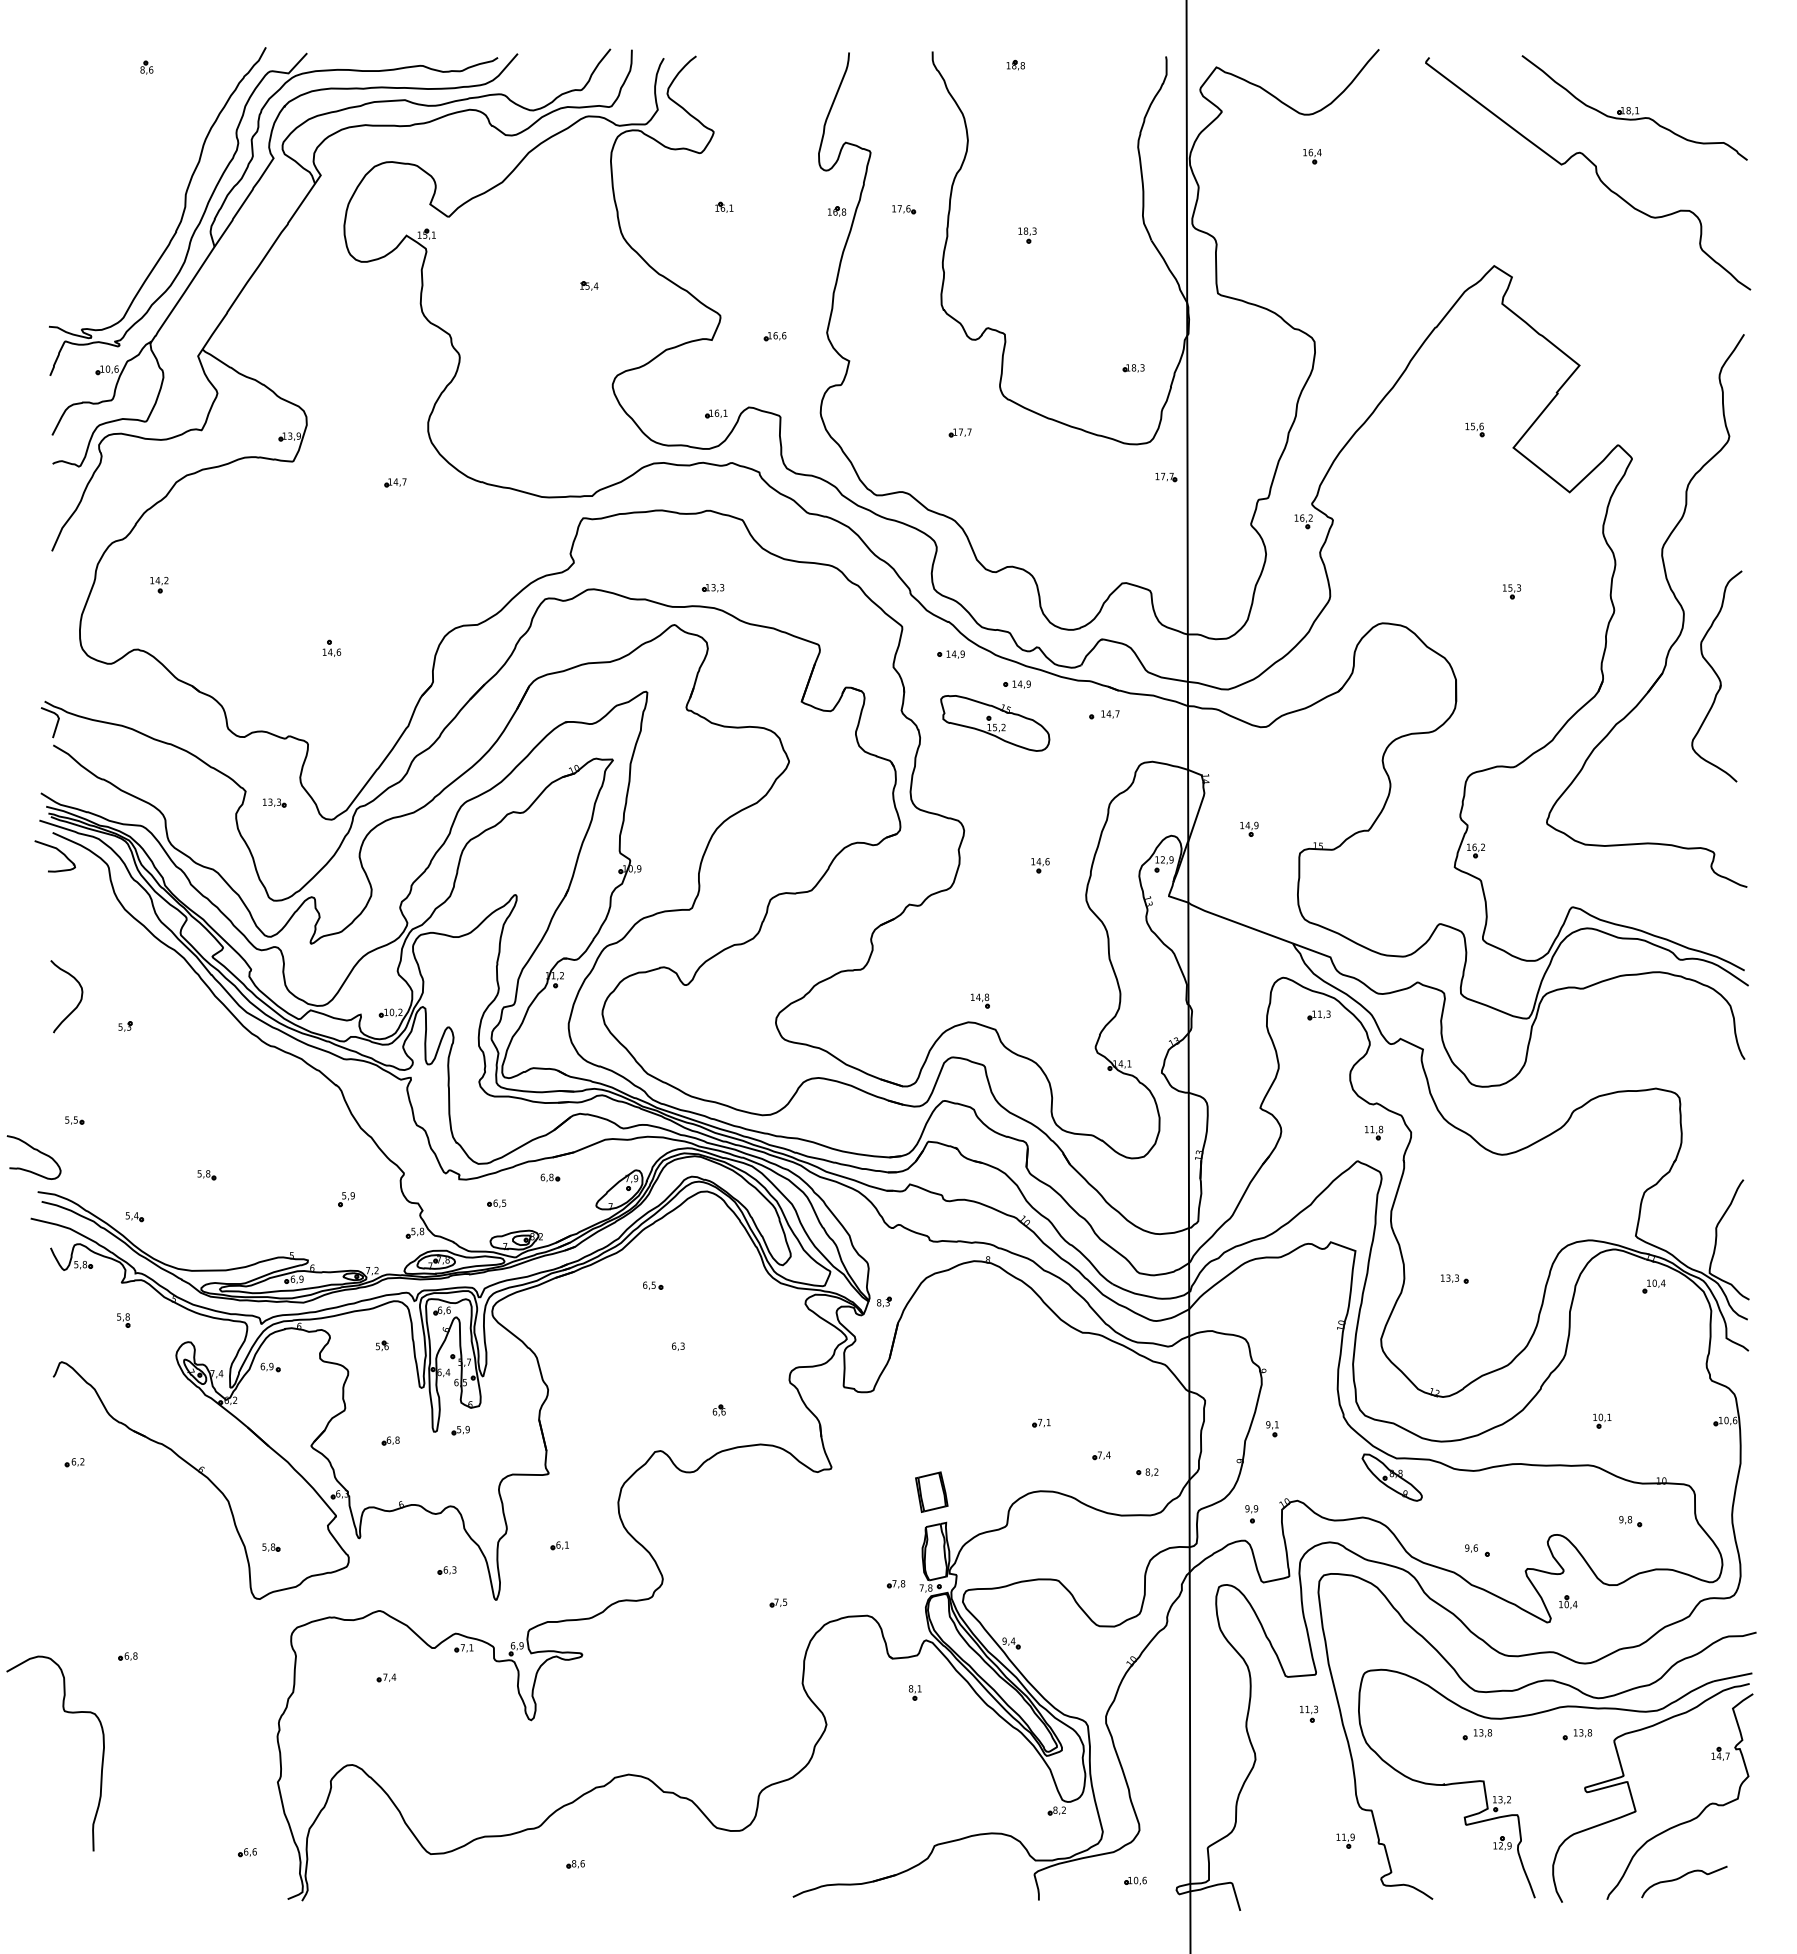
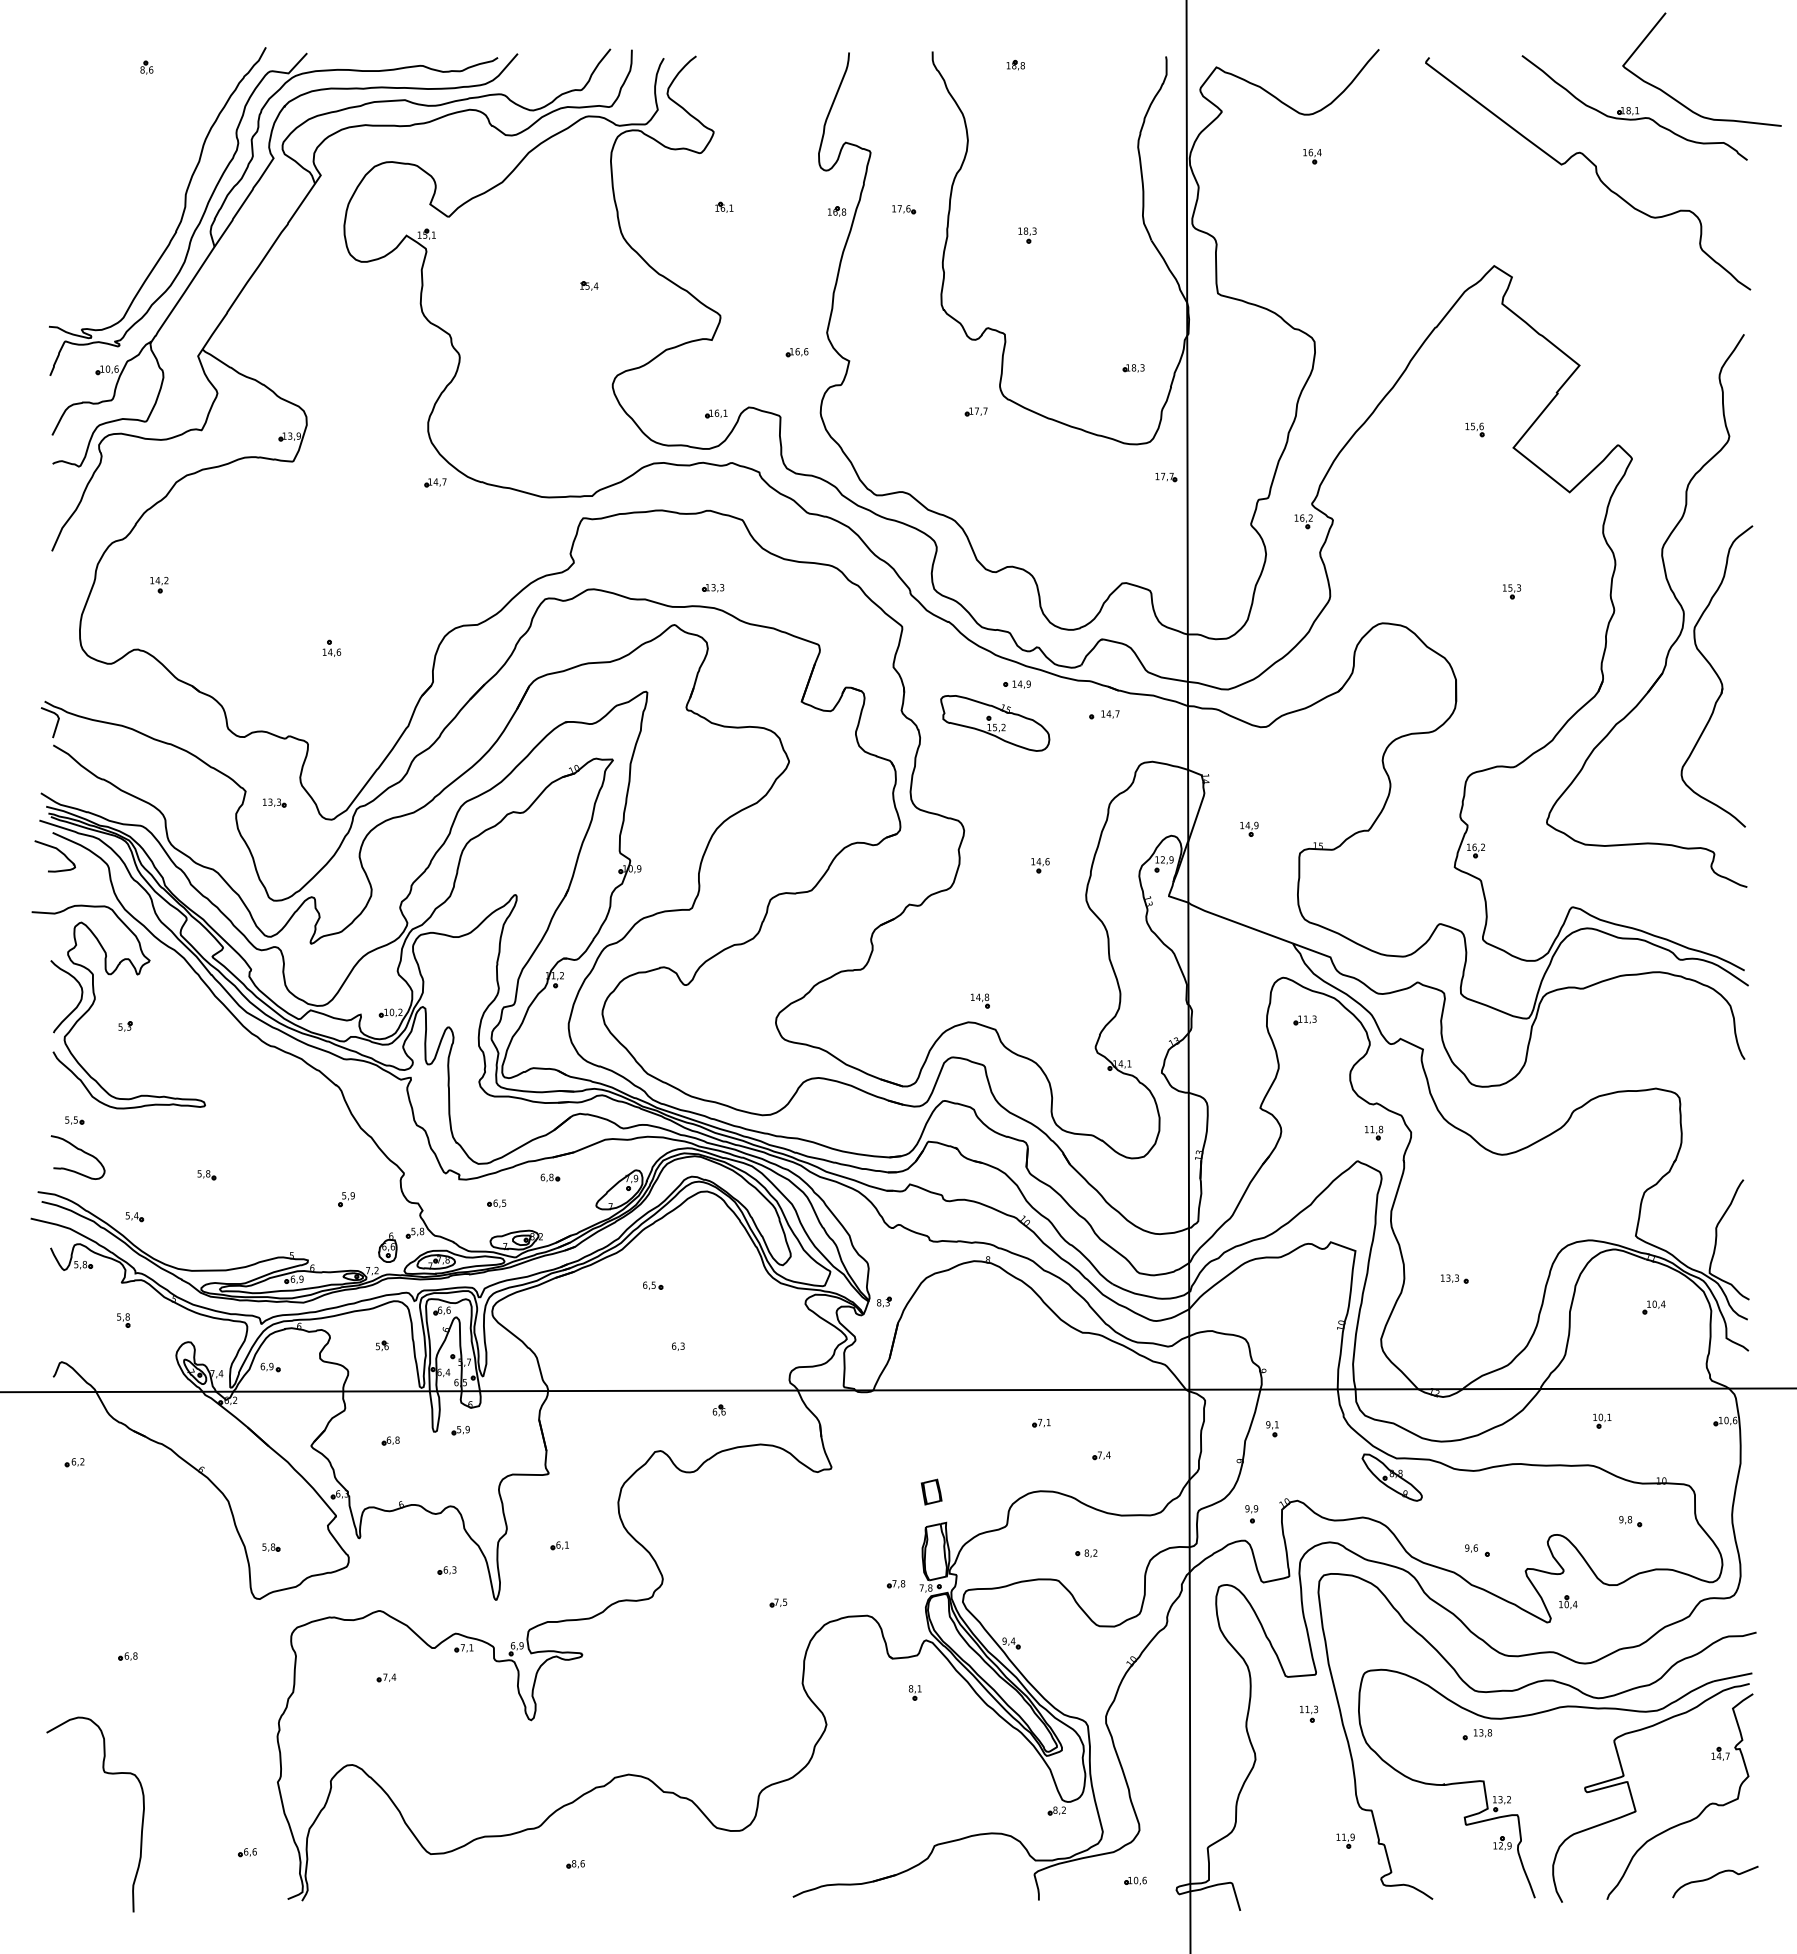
curve at (1678, 100): none -> present
part at (774, 336) position: (774, 336) -> (796, 352)
part at (959, 432) position: (959, 432) -> (975, 411)
part at (395, 482) position: (395, 482) -> (435, 482)
part at (950, 654): present -> none
part at (1716, 676) size: 52x213 px -> 74x303 px
curve at (95, 1000): none -> present
part at (1318, 1015) position: (1318, 1015) -> (1304, 1020)
curve at (37, 1151) position: (37, 1151) -> (81, 1151)
part at (387, 1247): none -> present
part at (1653, 1286) position: (1653, 1286) -> (1653, 1307)
line at (897, 1390): none -> present
part at (1147, 1472) position: (1147, 1472) -> (1086, 1553)
part at (931, 1491) size: 34x42 px -> 23x28 px
curve at (68, 1713) position: (68, 1713) -> (108, 1774)
part at (1577, 1734): present -> none
curve at (1681, 1878) position: (1681, 1878) -> (1712, 1878)
